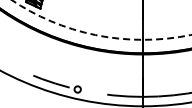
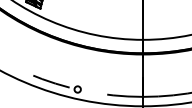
circle at (101, 19): dashed -> solid
